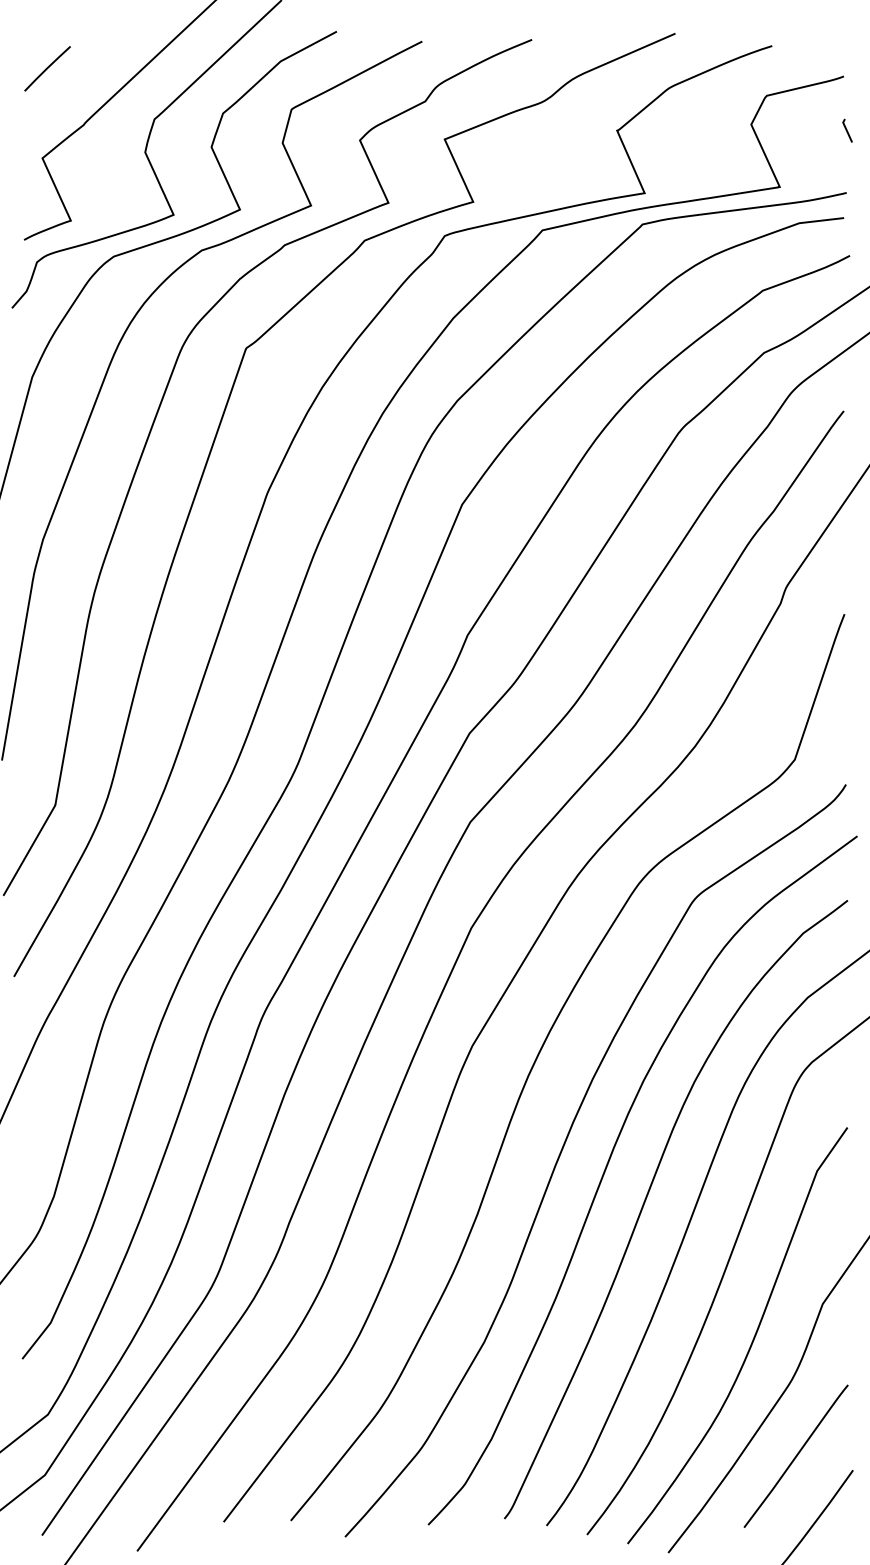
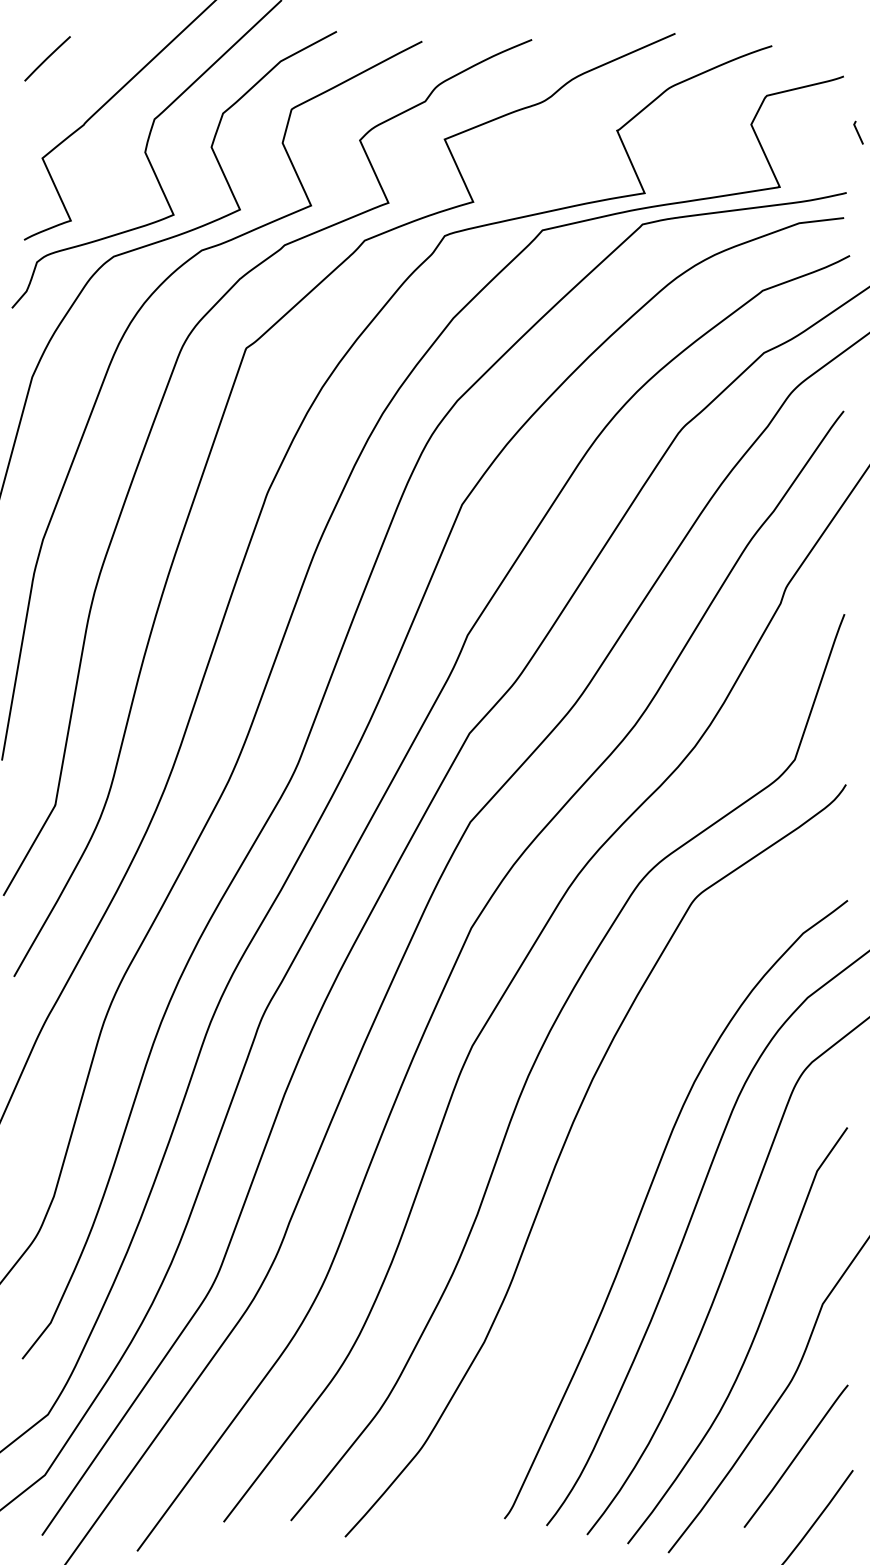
line at (47, 68) position: (47, 68) -> (47, 58)
line at (847, 130) position: (847, 130) -> (858, 132)
curve at (607, 1167): present -> none
